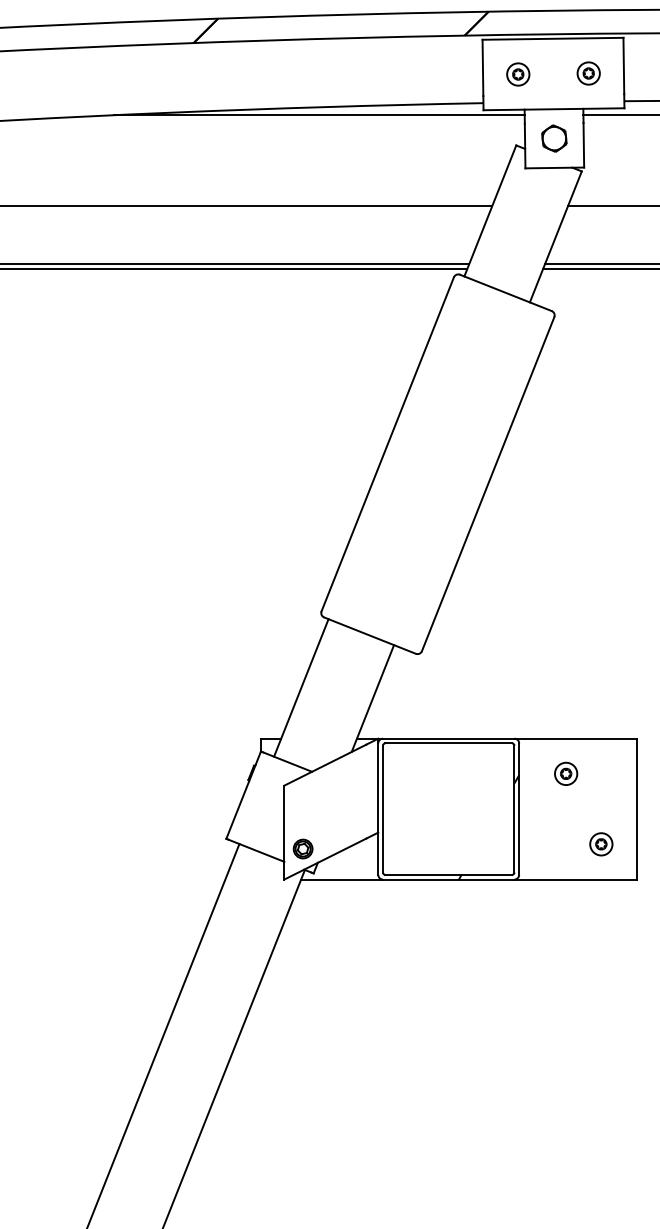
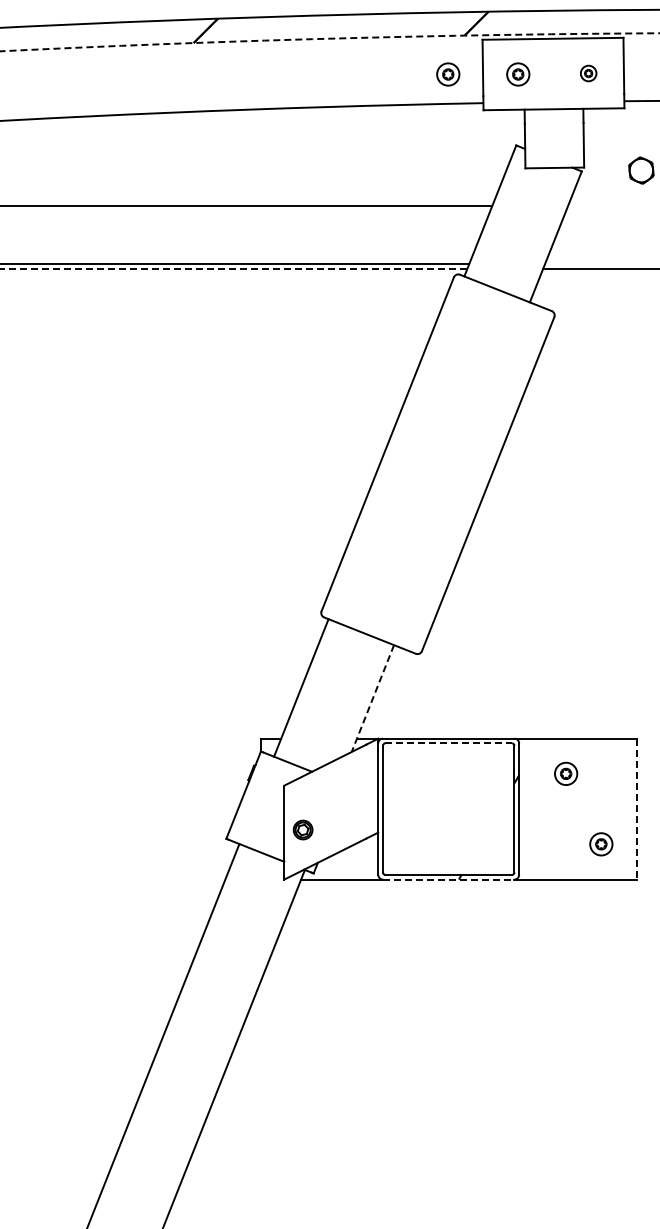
arc at (330, 38): solid -> dashed
part at (588, 73) size: 25x25 px -> 18x19 px
part at (448, 74): none -> present
line at (318, 115): present -> none
line at (619, 115): present -> none
part at (554, 138) position: (554, 138) -> (641, 170)
line at (612, 205): present -> none
line at (600, 264): present -> none
line at (233, 269): solid -> dashed
line at (372, 699): solid -> dashed
line at (449, 743): solid -> dashed
line at (636, 809): solid -> dashed
part at (302, 848) position: (302, 848) -> (302, 829)
line at (448, 879): solid -> dashed
